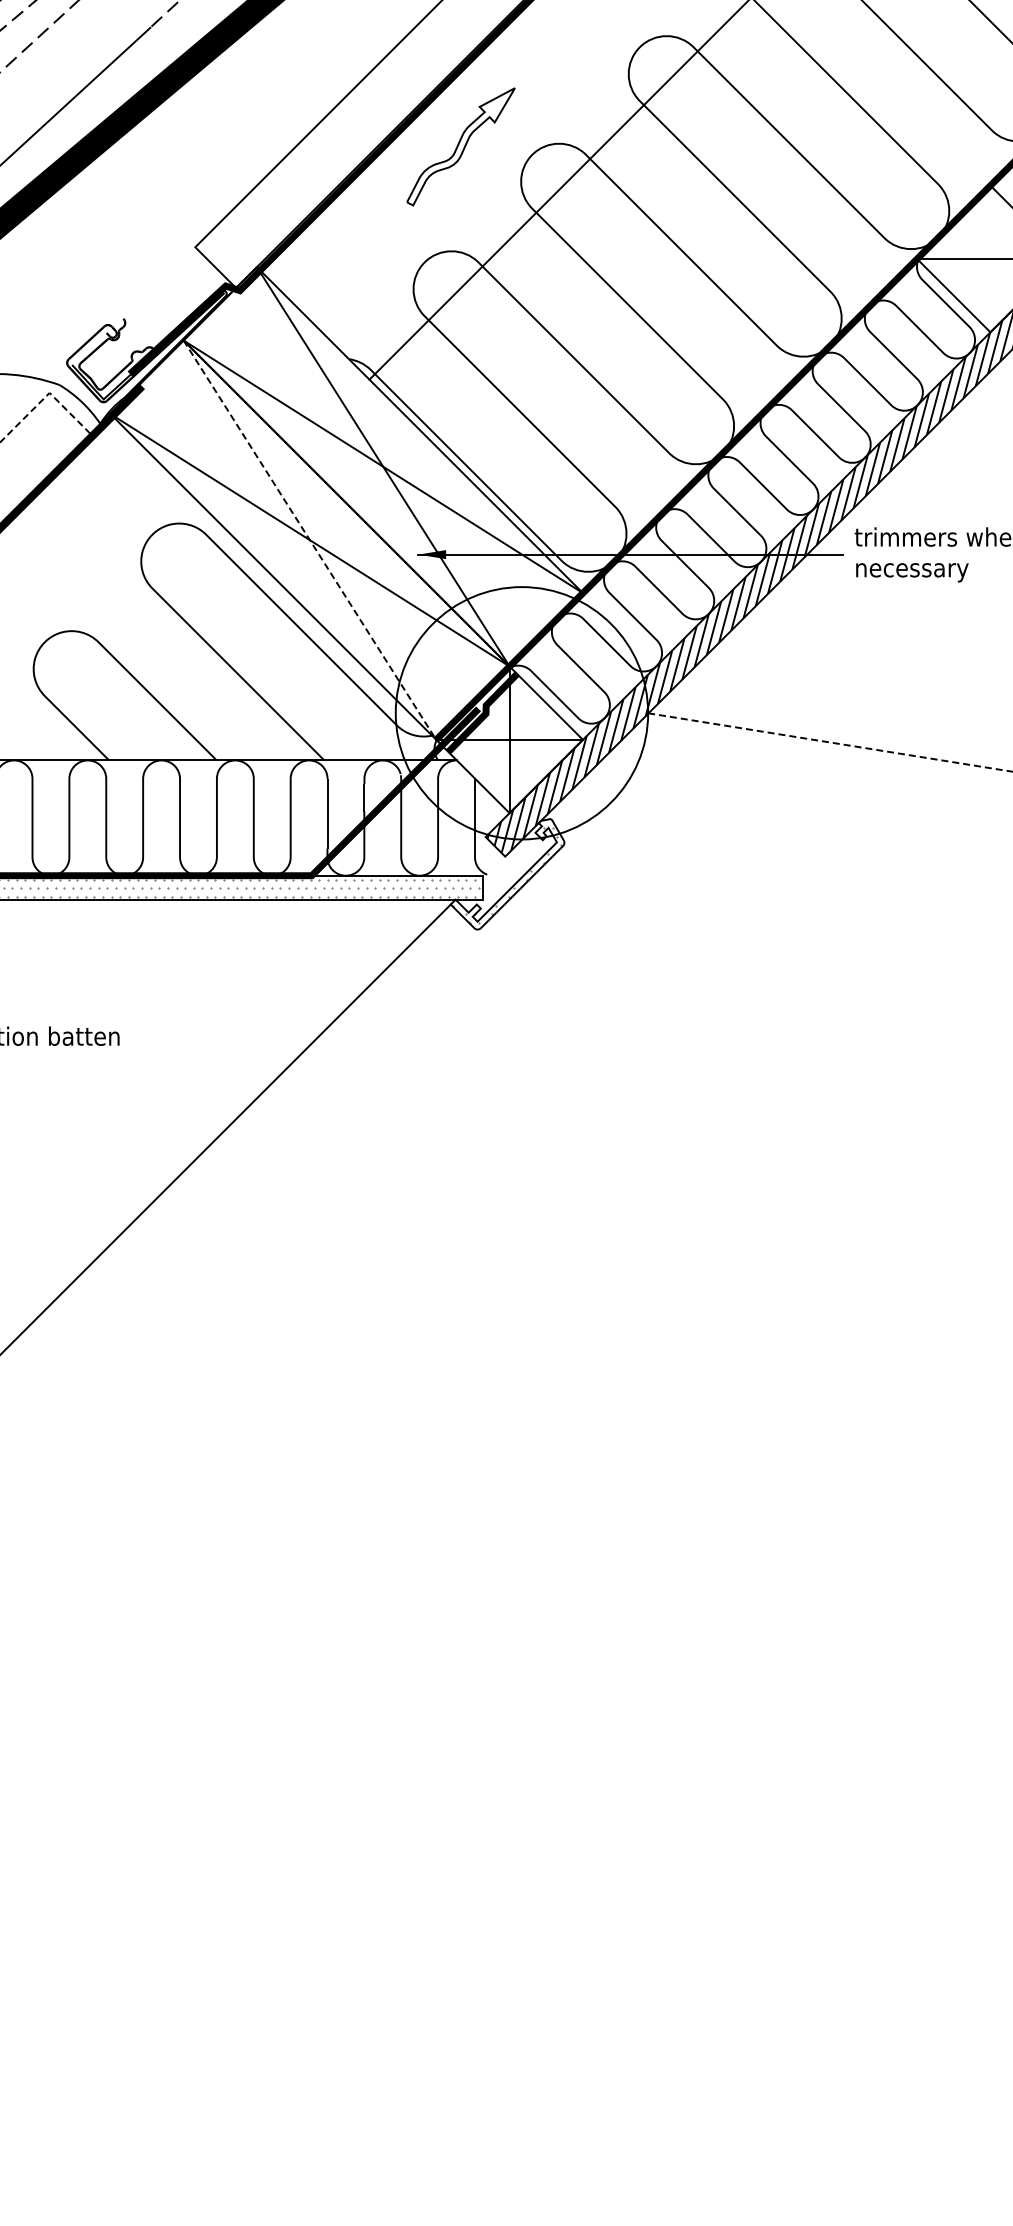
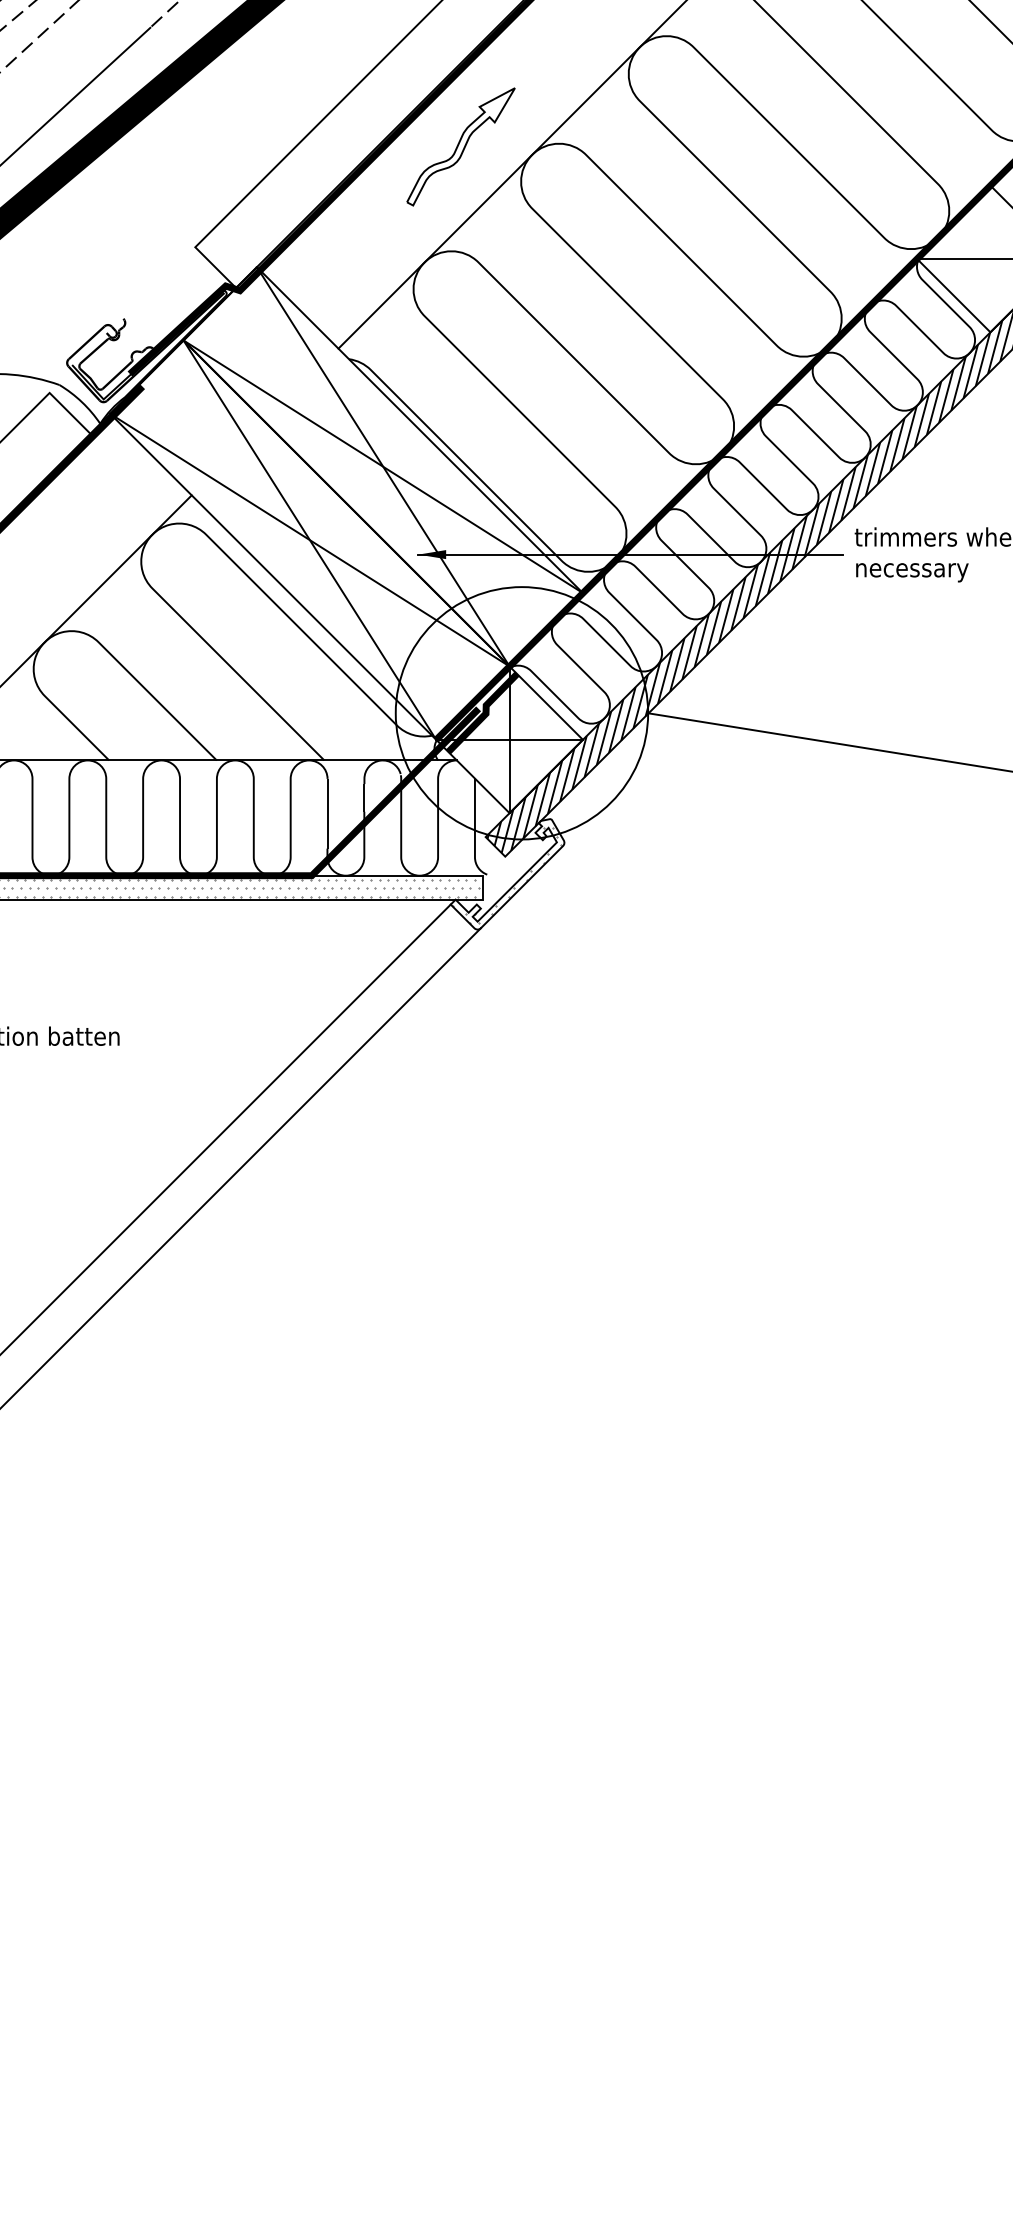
line at (557, 190) position: (557, 190) -> (511, 175)
line at (45, 397): dashed -> solid
line at (310, 540): dashed -> solid
line at (96, 589): none -> present
line at (830, 742): dashed -> solid
line at (241, 1167): none -> present
